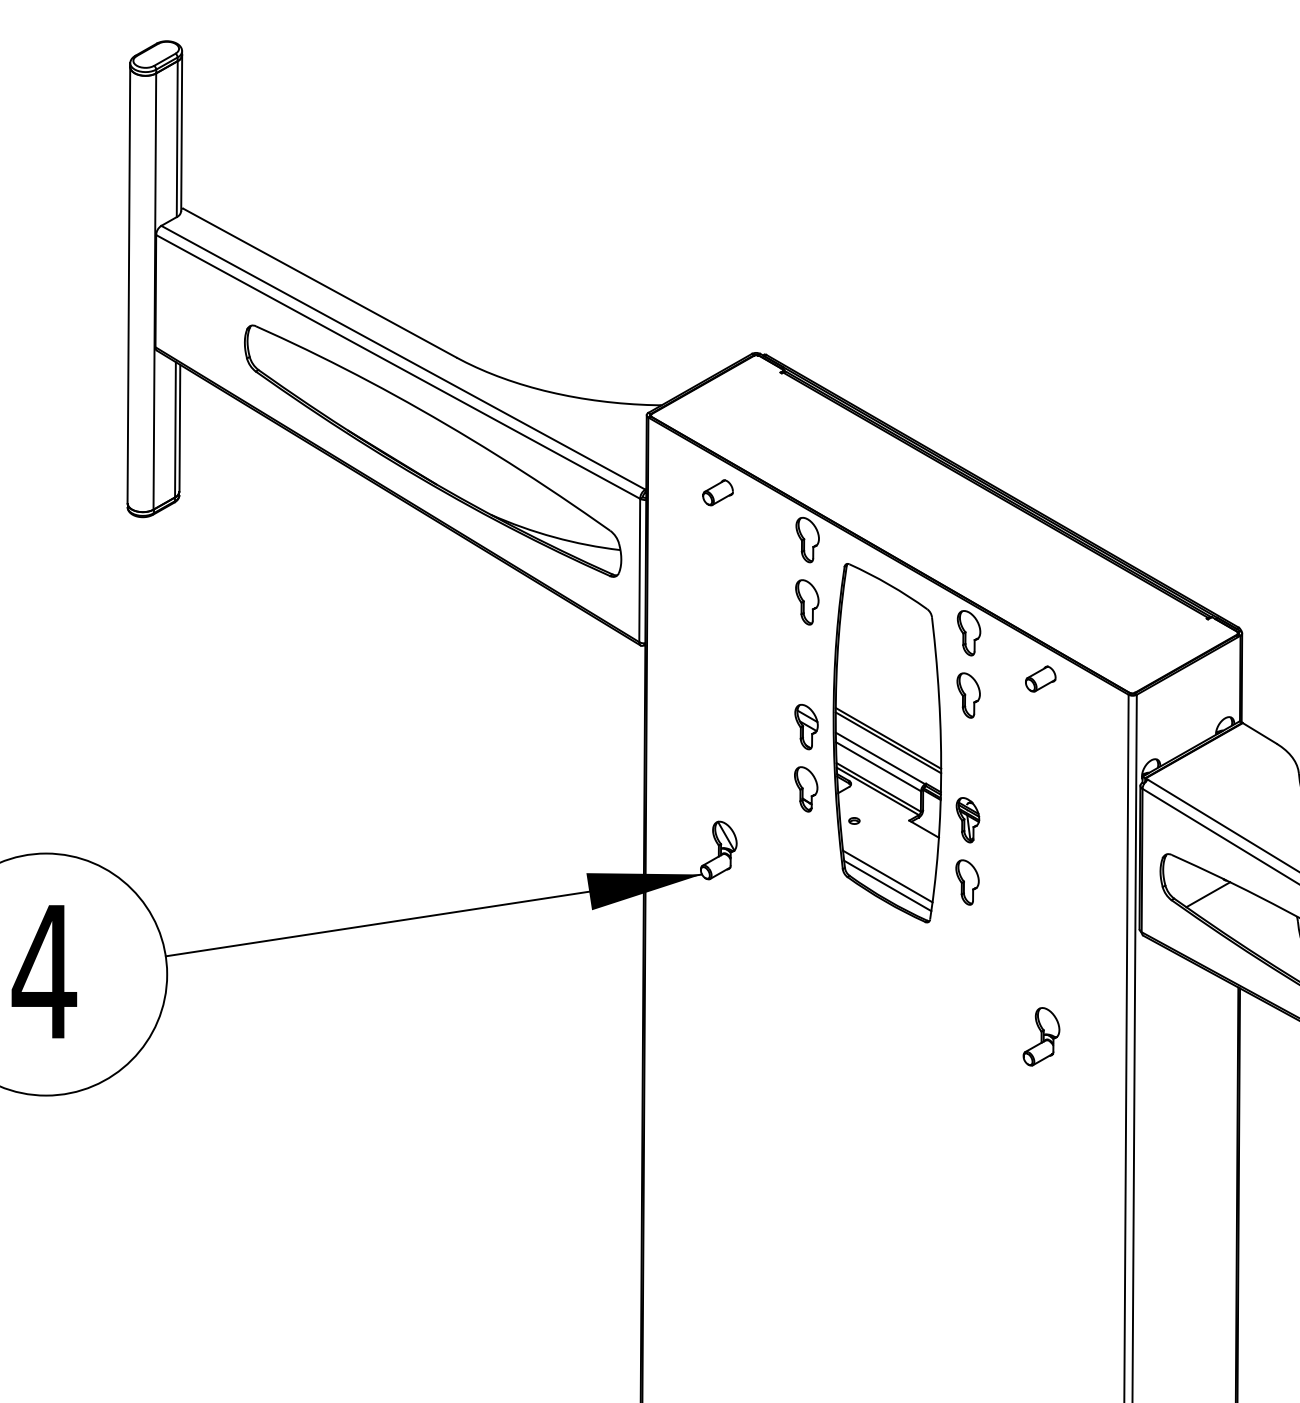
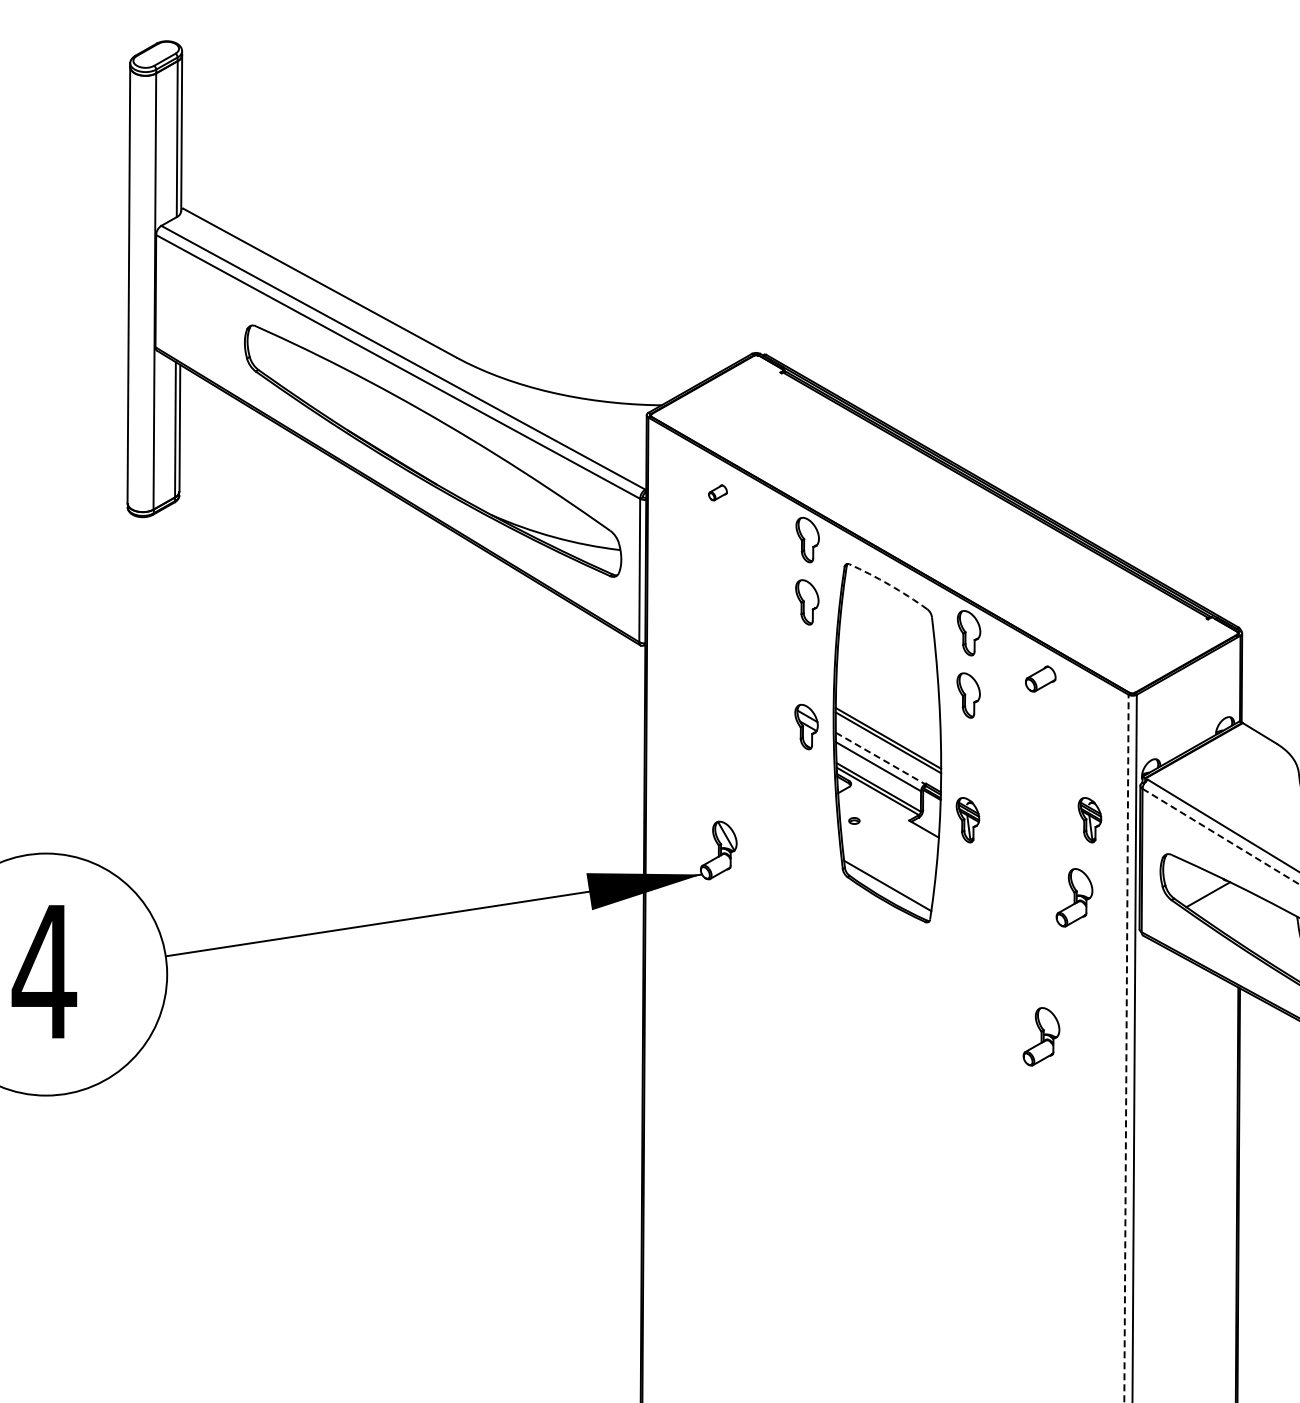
part at (717, 492) size: 32x28 px -> 20x18 px
arc at (889, 584): solid -> dashed
line at (880, 758): solid -> dashed
part at (806, 789): present -> none
part at (1089, 820): none -> present
line at (1221, 836): solid -> dashed
line at (887, 876): present -> none
part at (967, 882): present -> none
part at (1074, 897): none -> present
line at (1126, 1048): solid -> dashed
